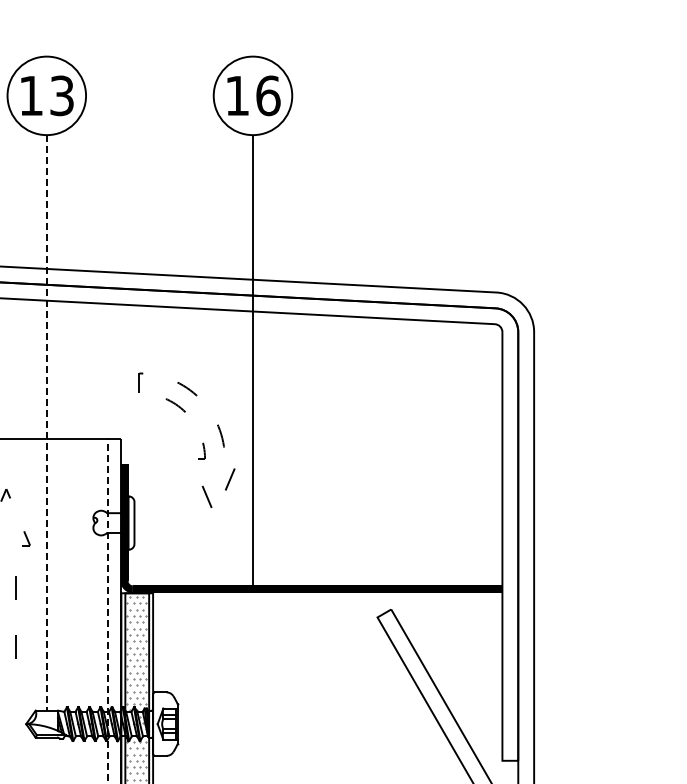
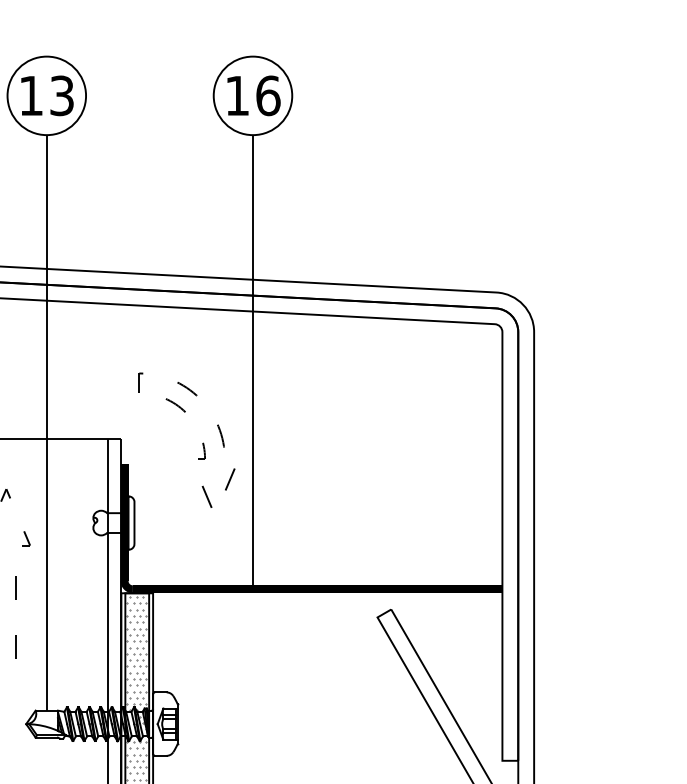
line at (46, 422): dashed -> solid
line at (107, 611): dashed -> solid
